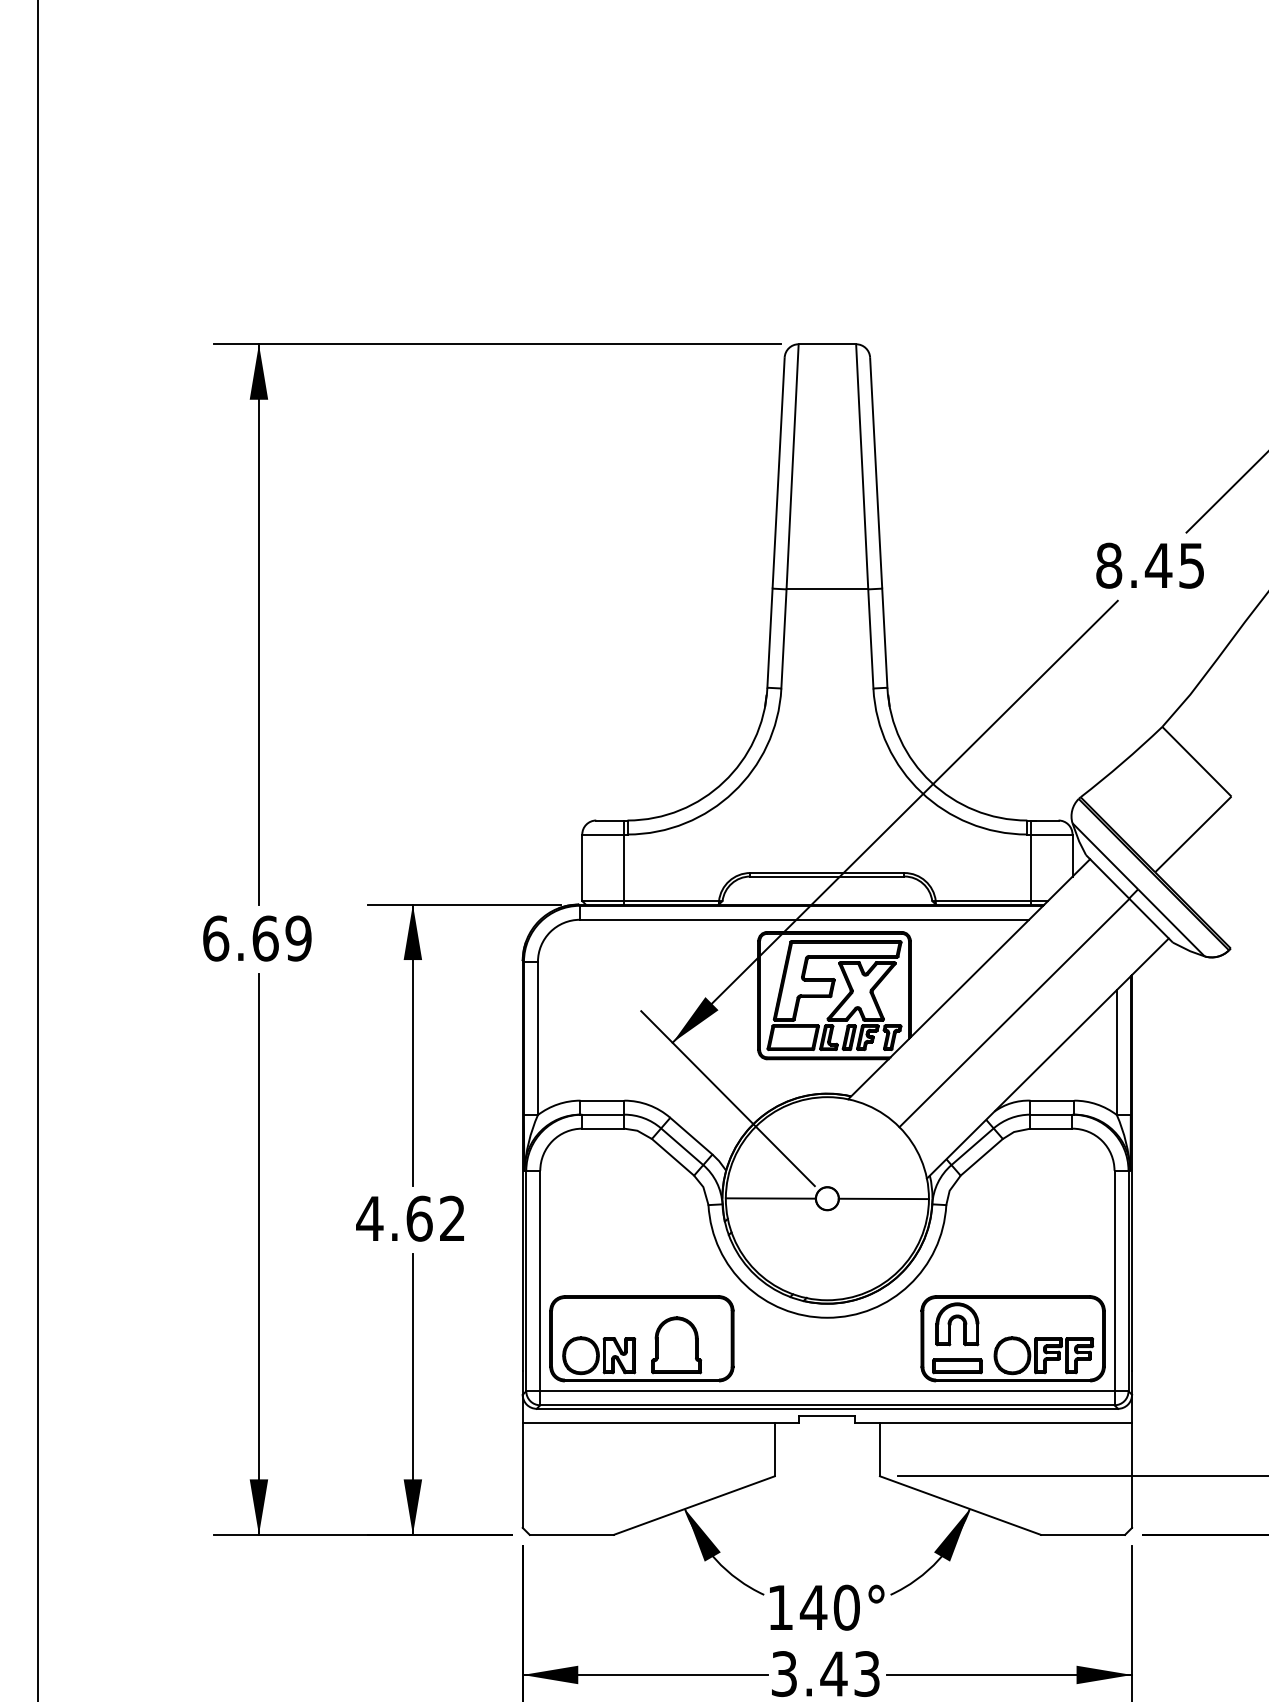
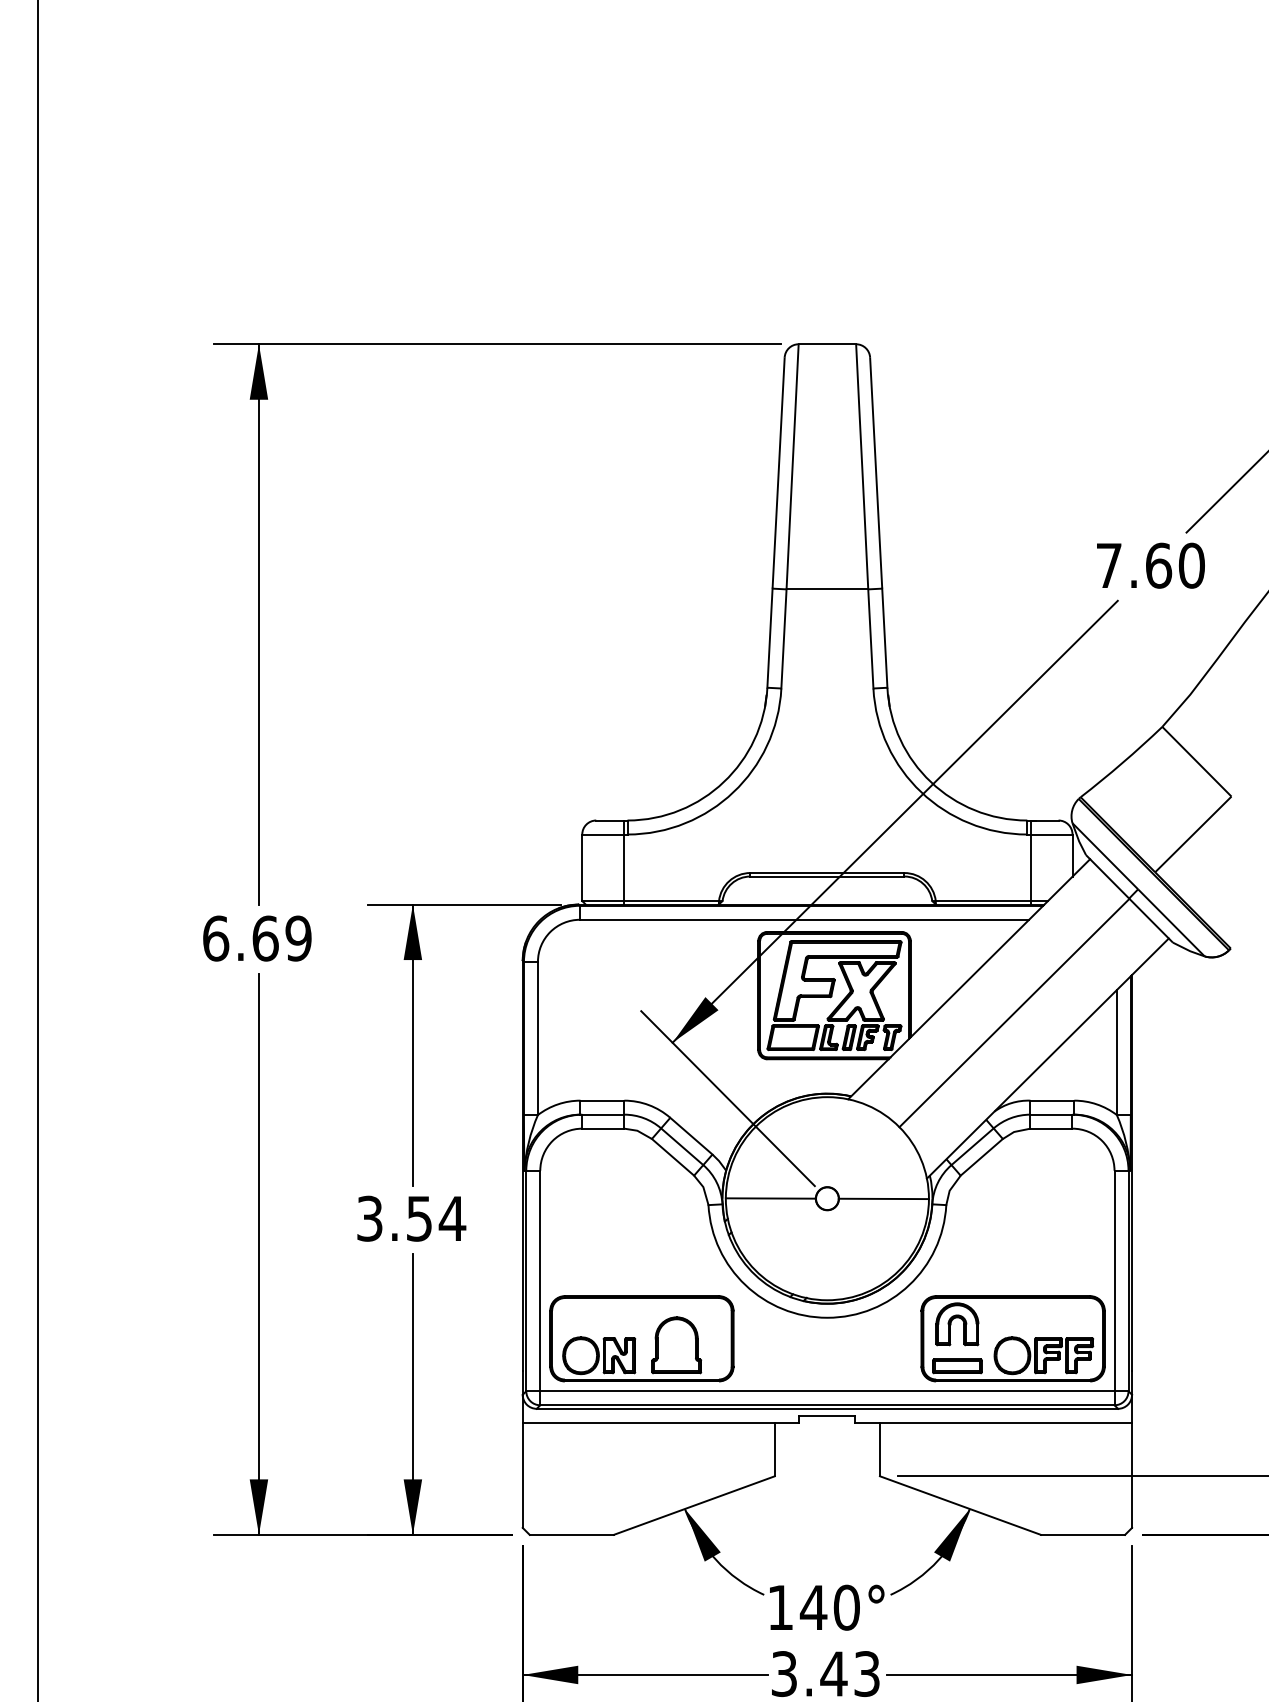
text at (1150, 565): 8.45 -> 7.60
text at (411, 1218): 4.62 -> 3.54
